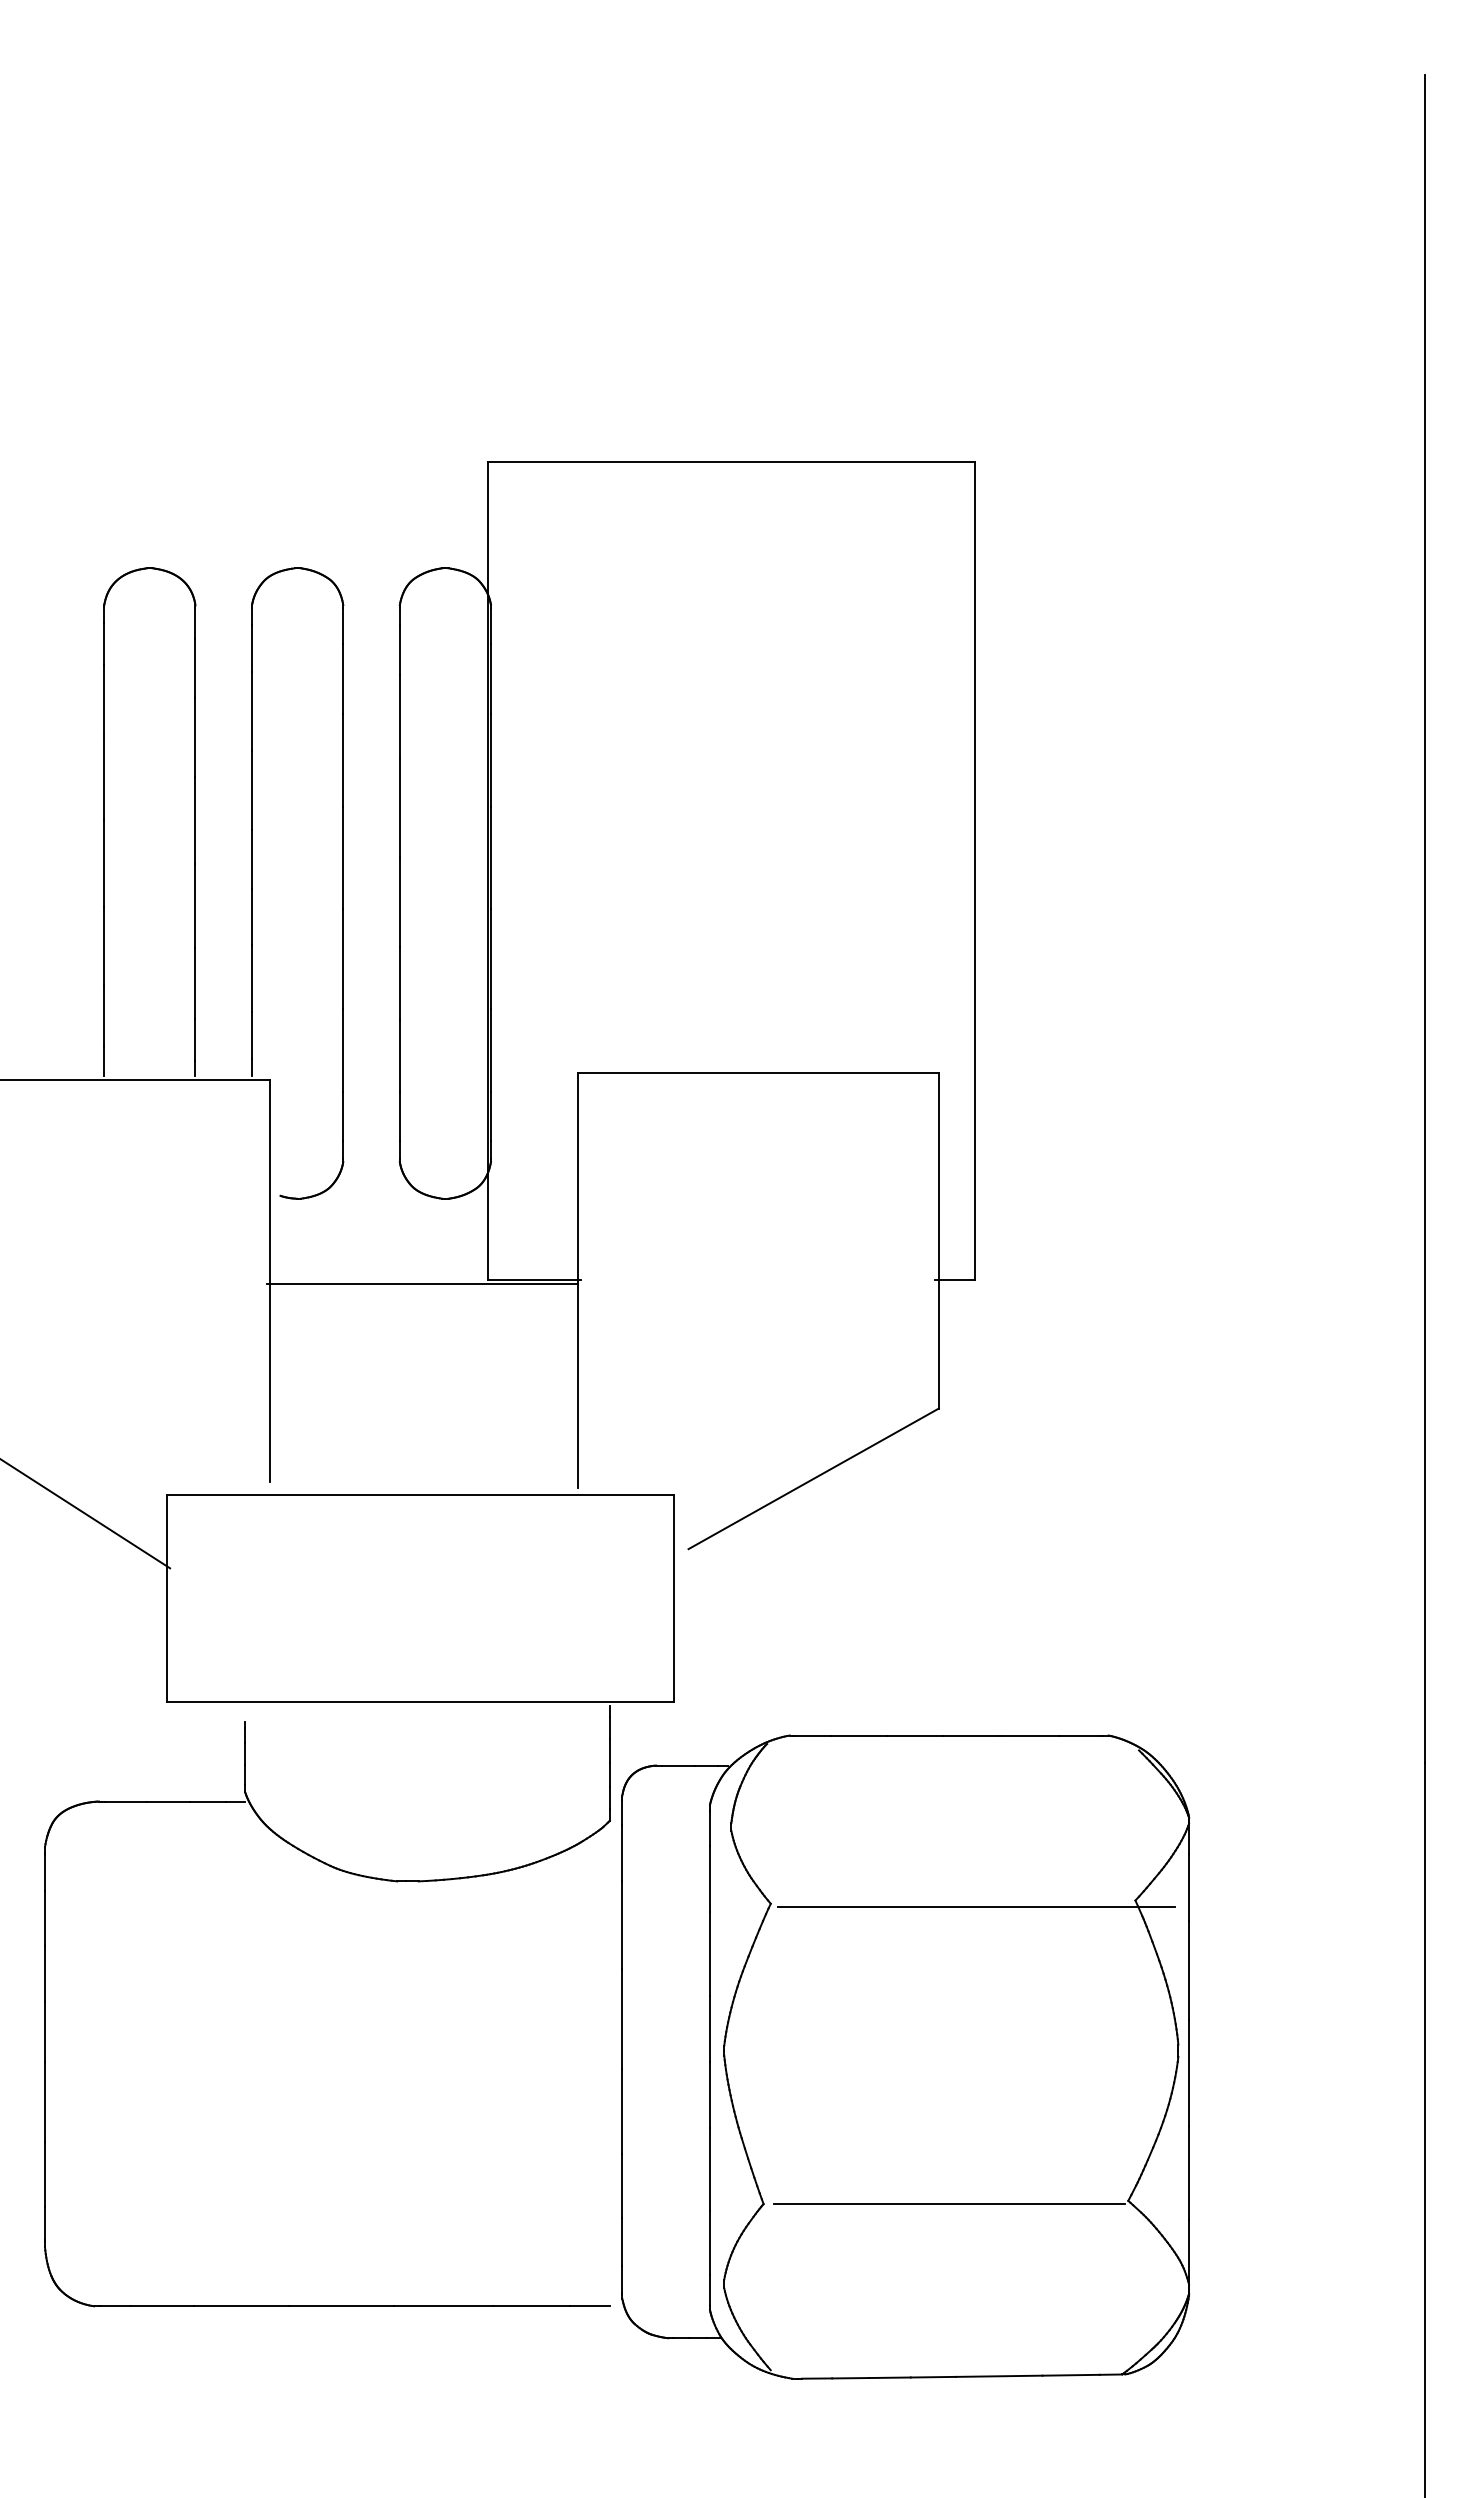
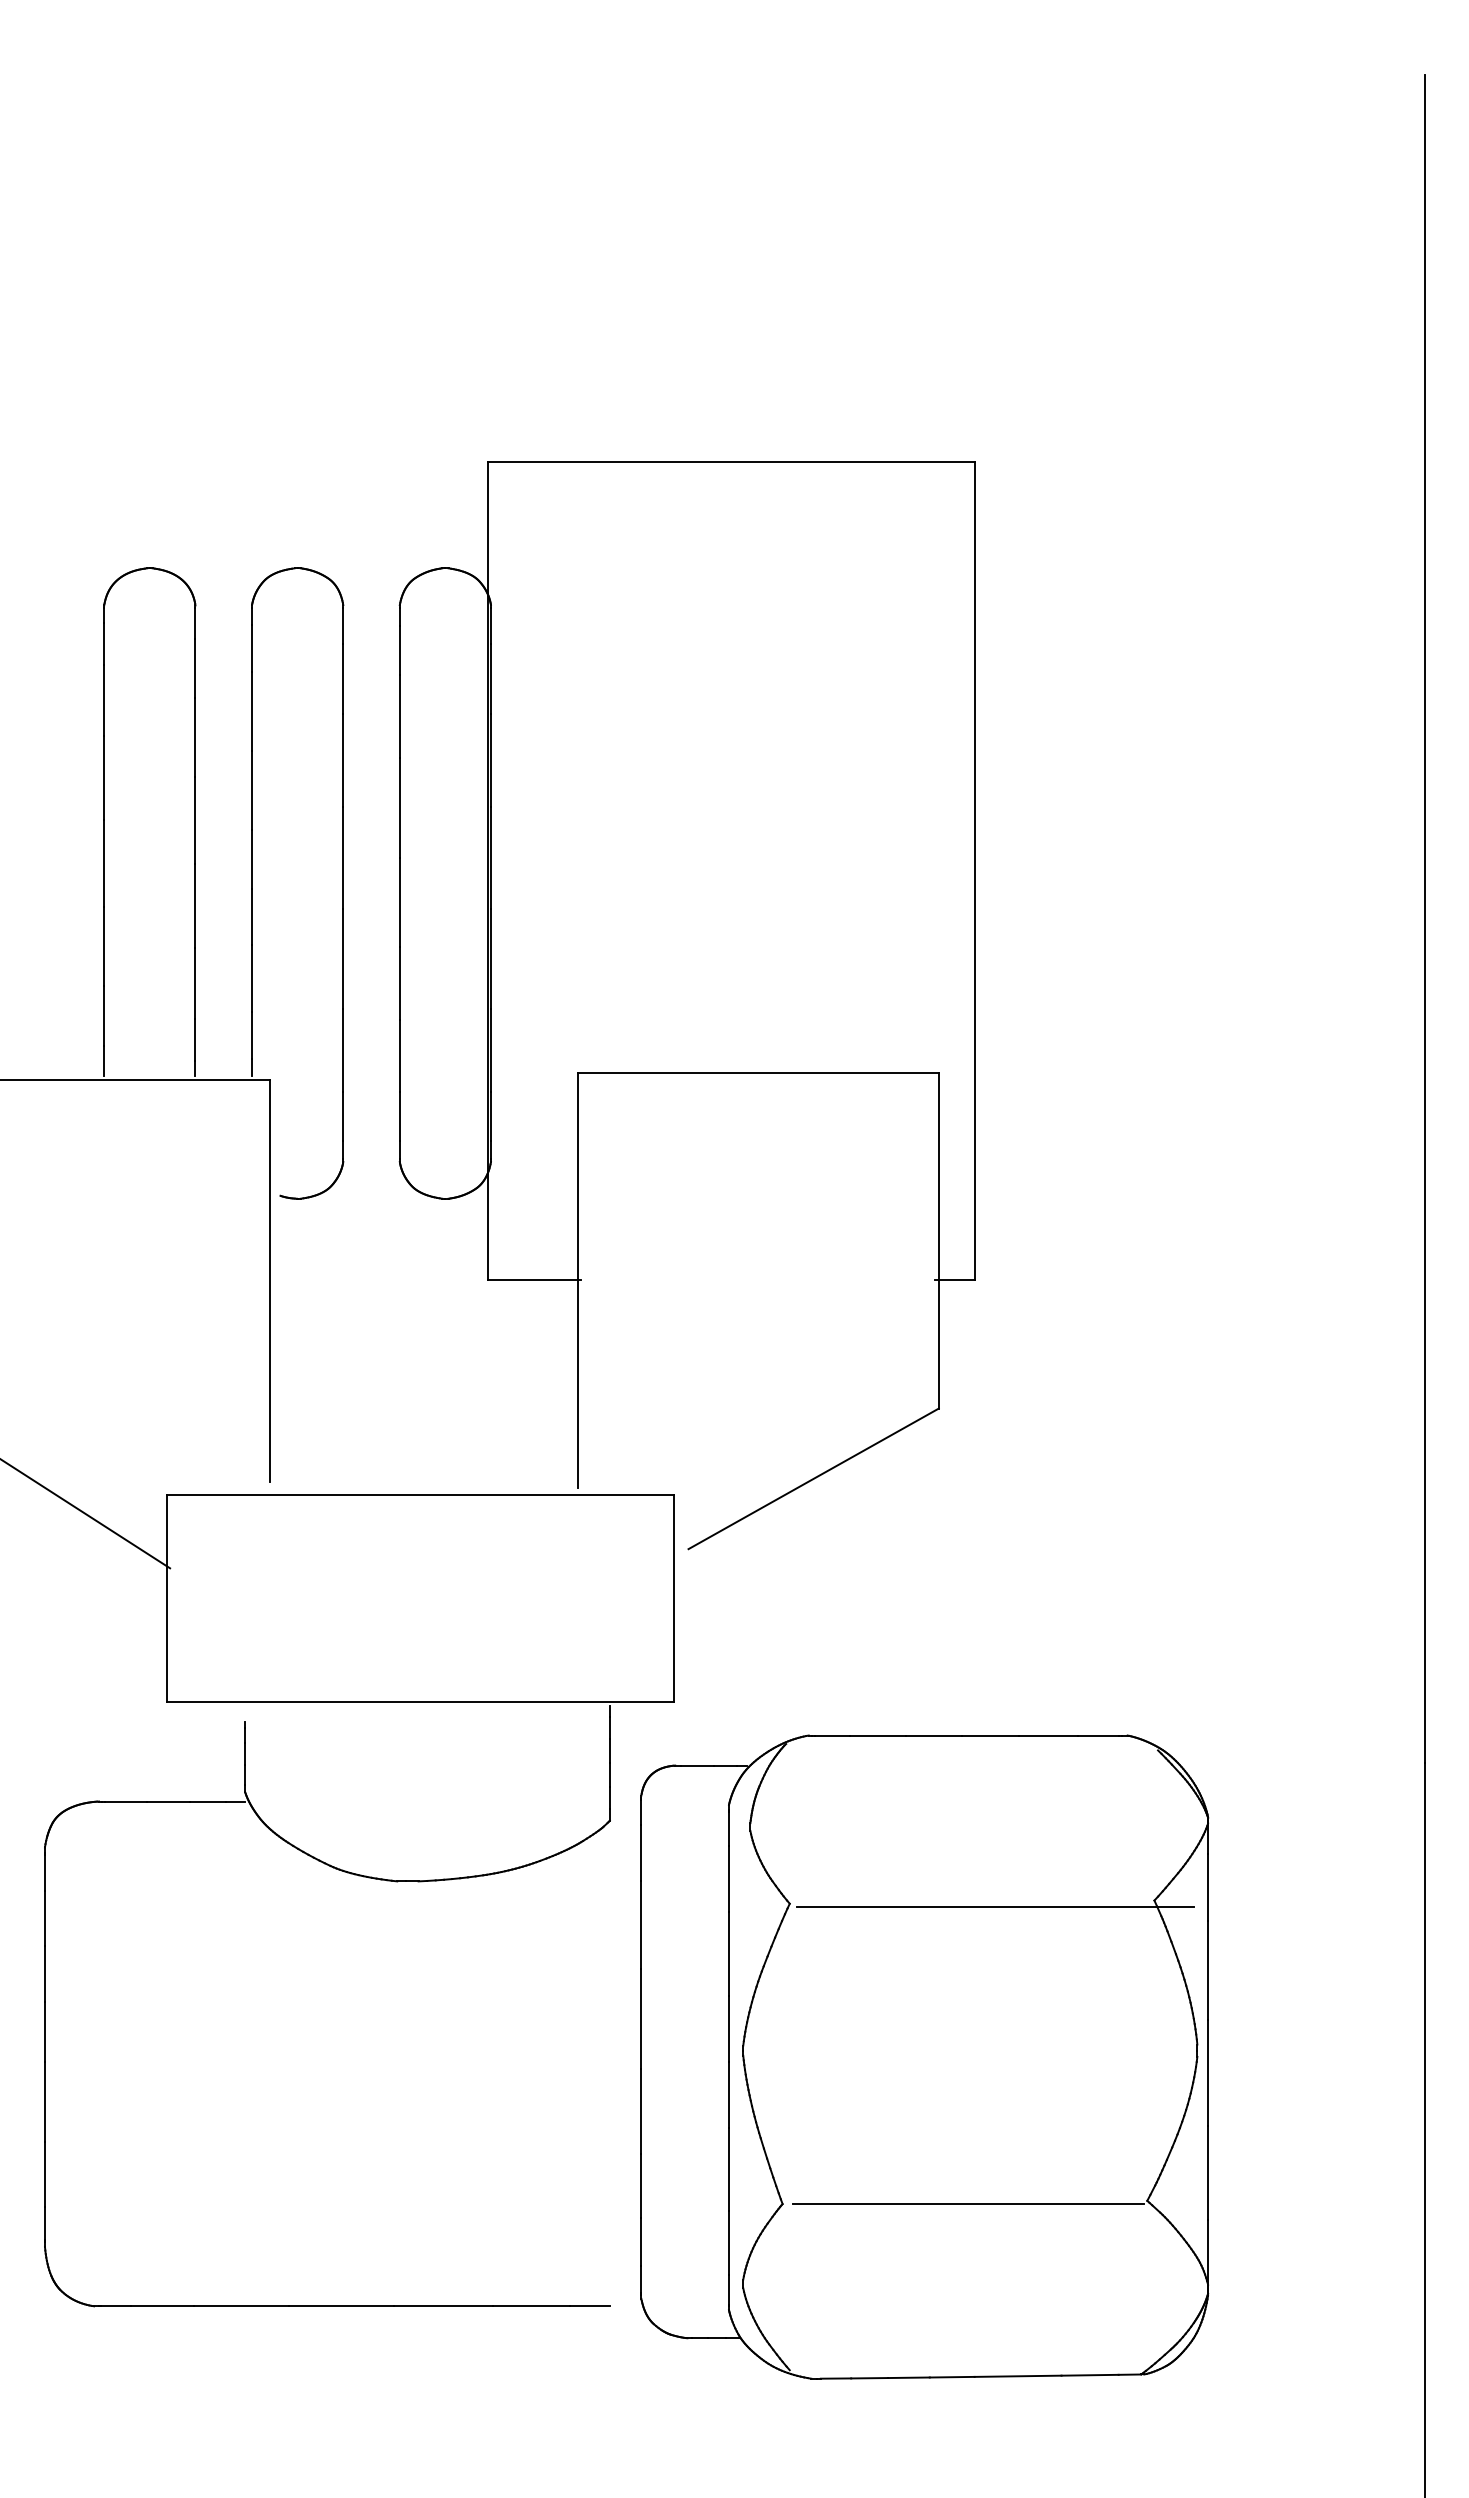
line at (421, 1283): present -> none
part at (905, 2056) position: (905, 2056) -> (924, 2056)
